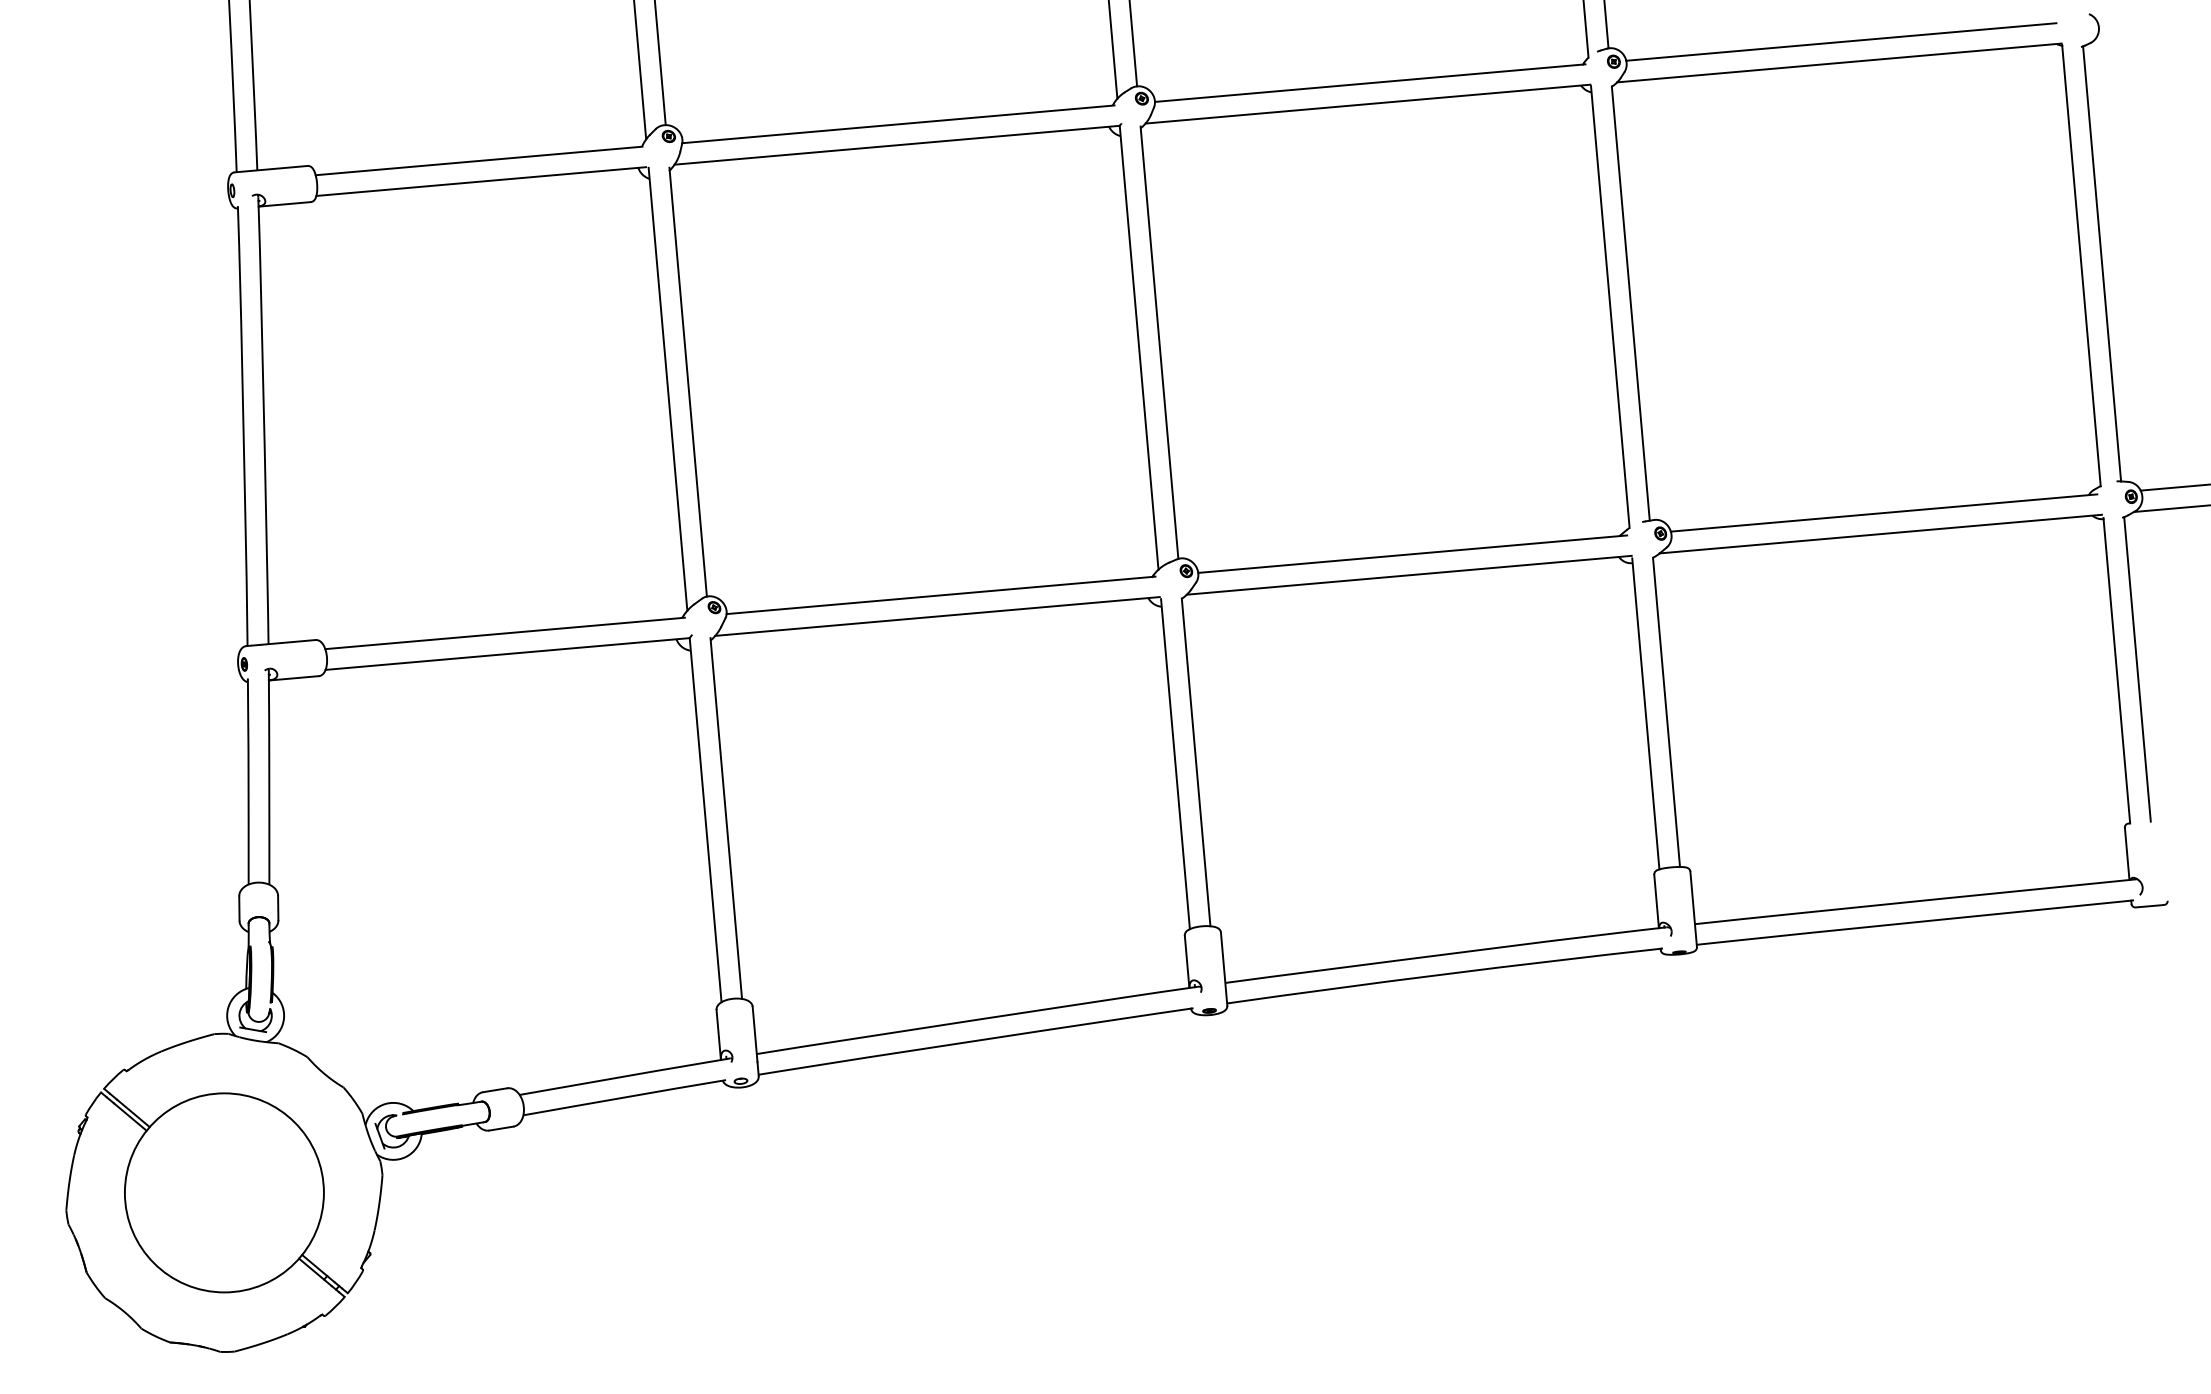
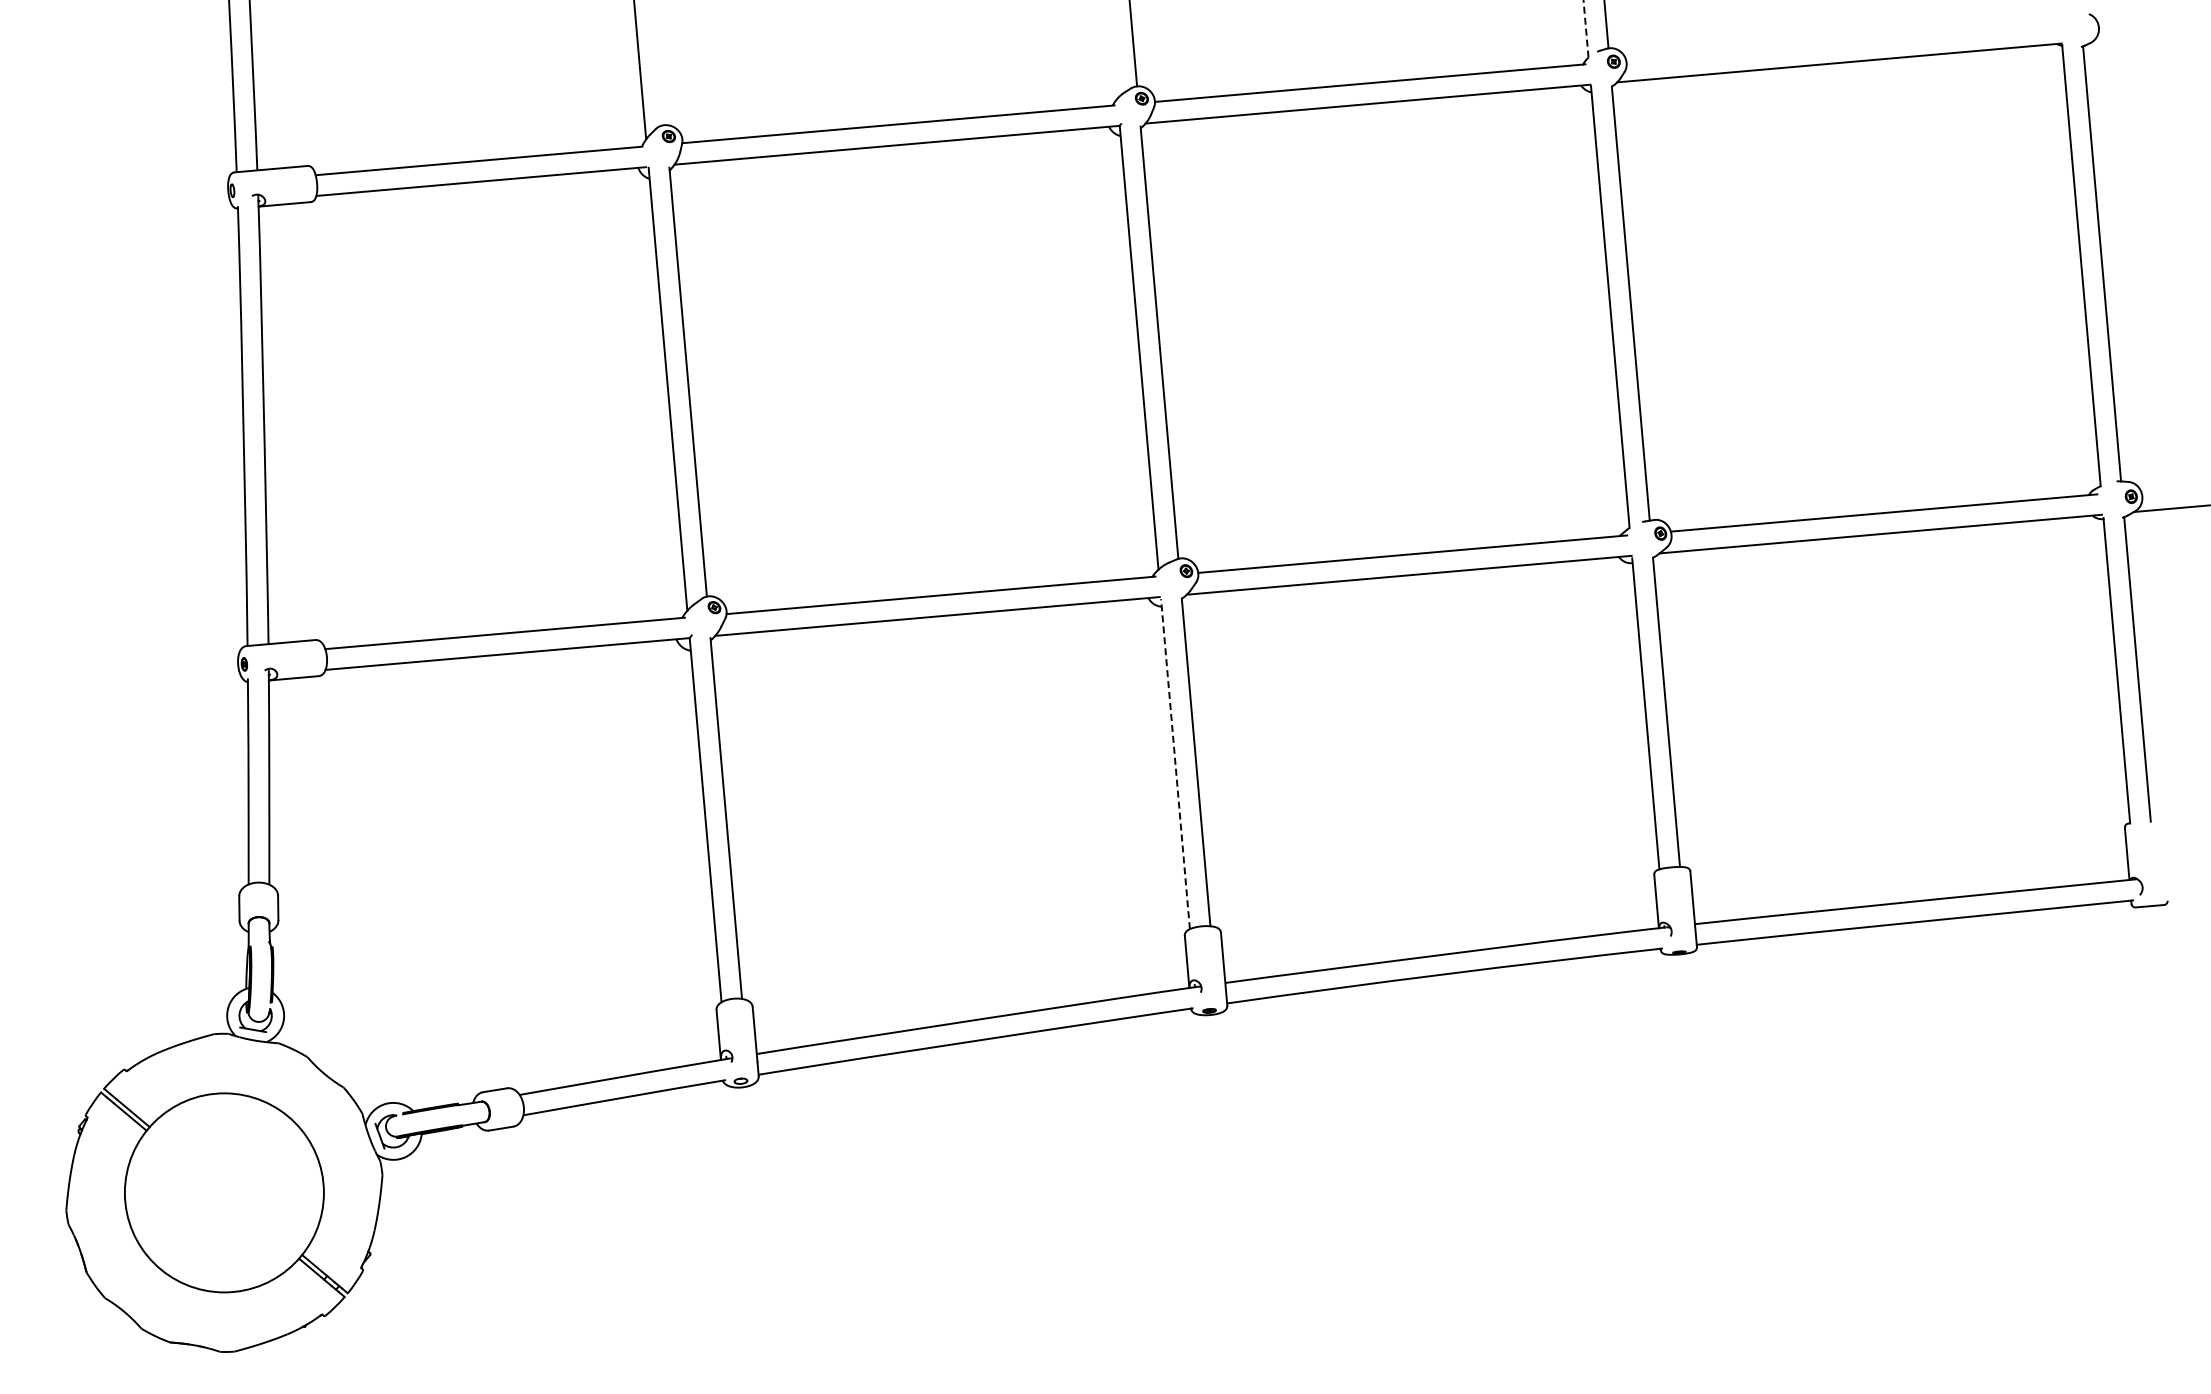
line at (1586, 28): solid -> dashed
line at (1841, 41): present -> none
line at (1112, 50): present -> none
line at (660, 63): present -> none
line at (2173, 487): present -> none
line at (1175, 764): solid -> dashed
